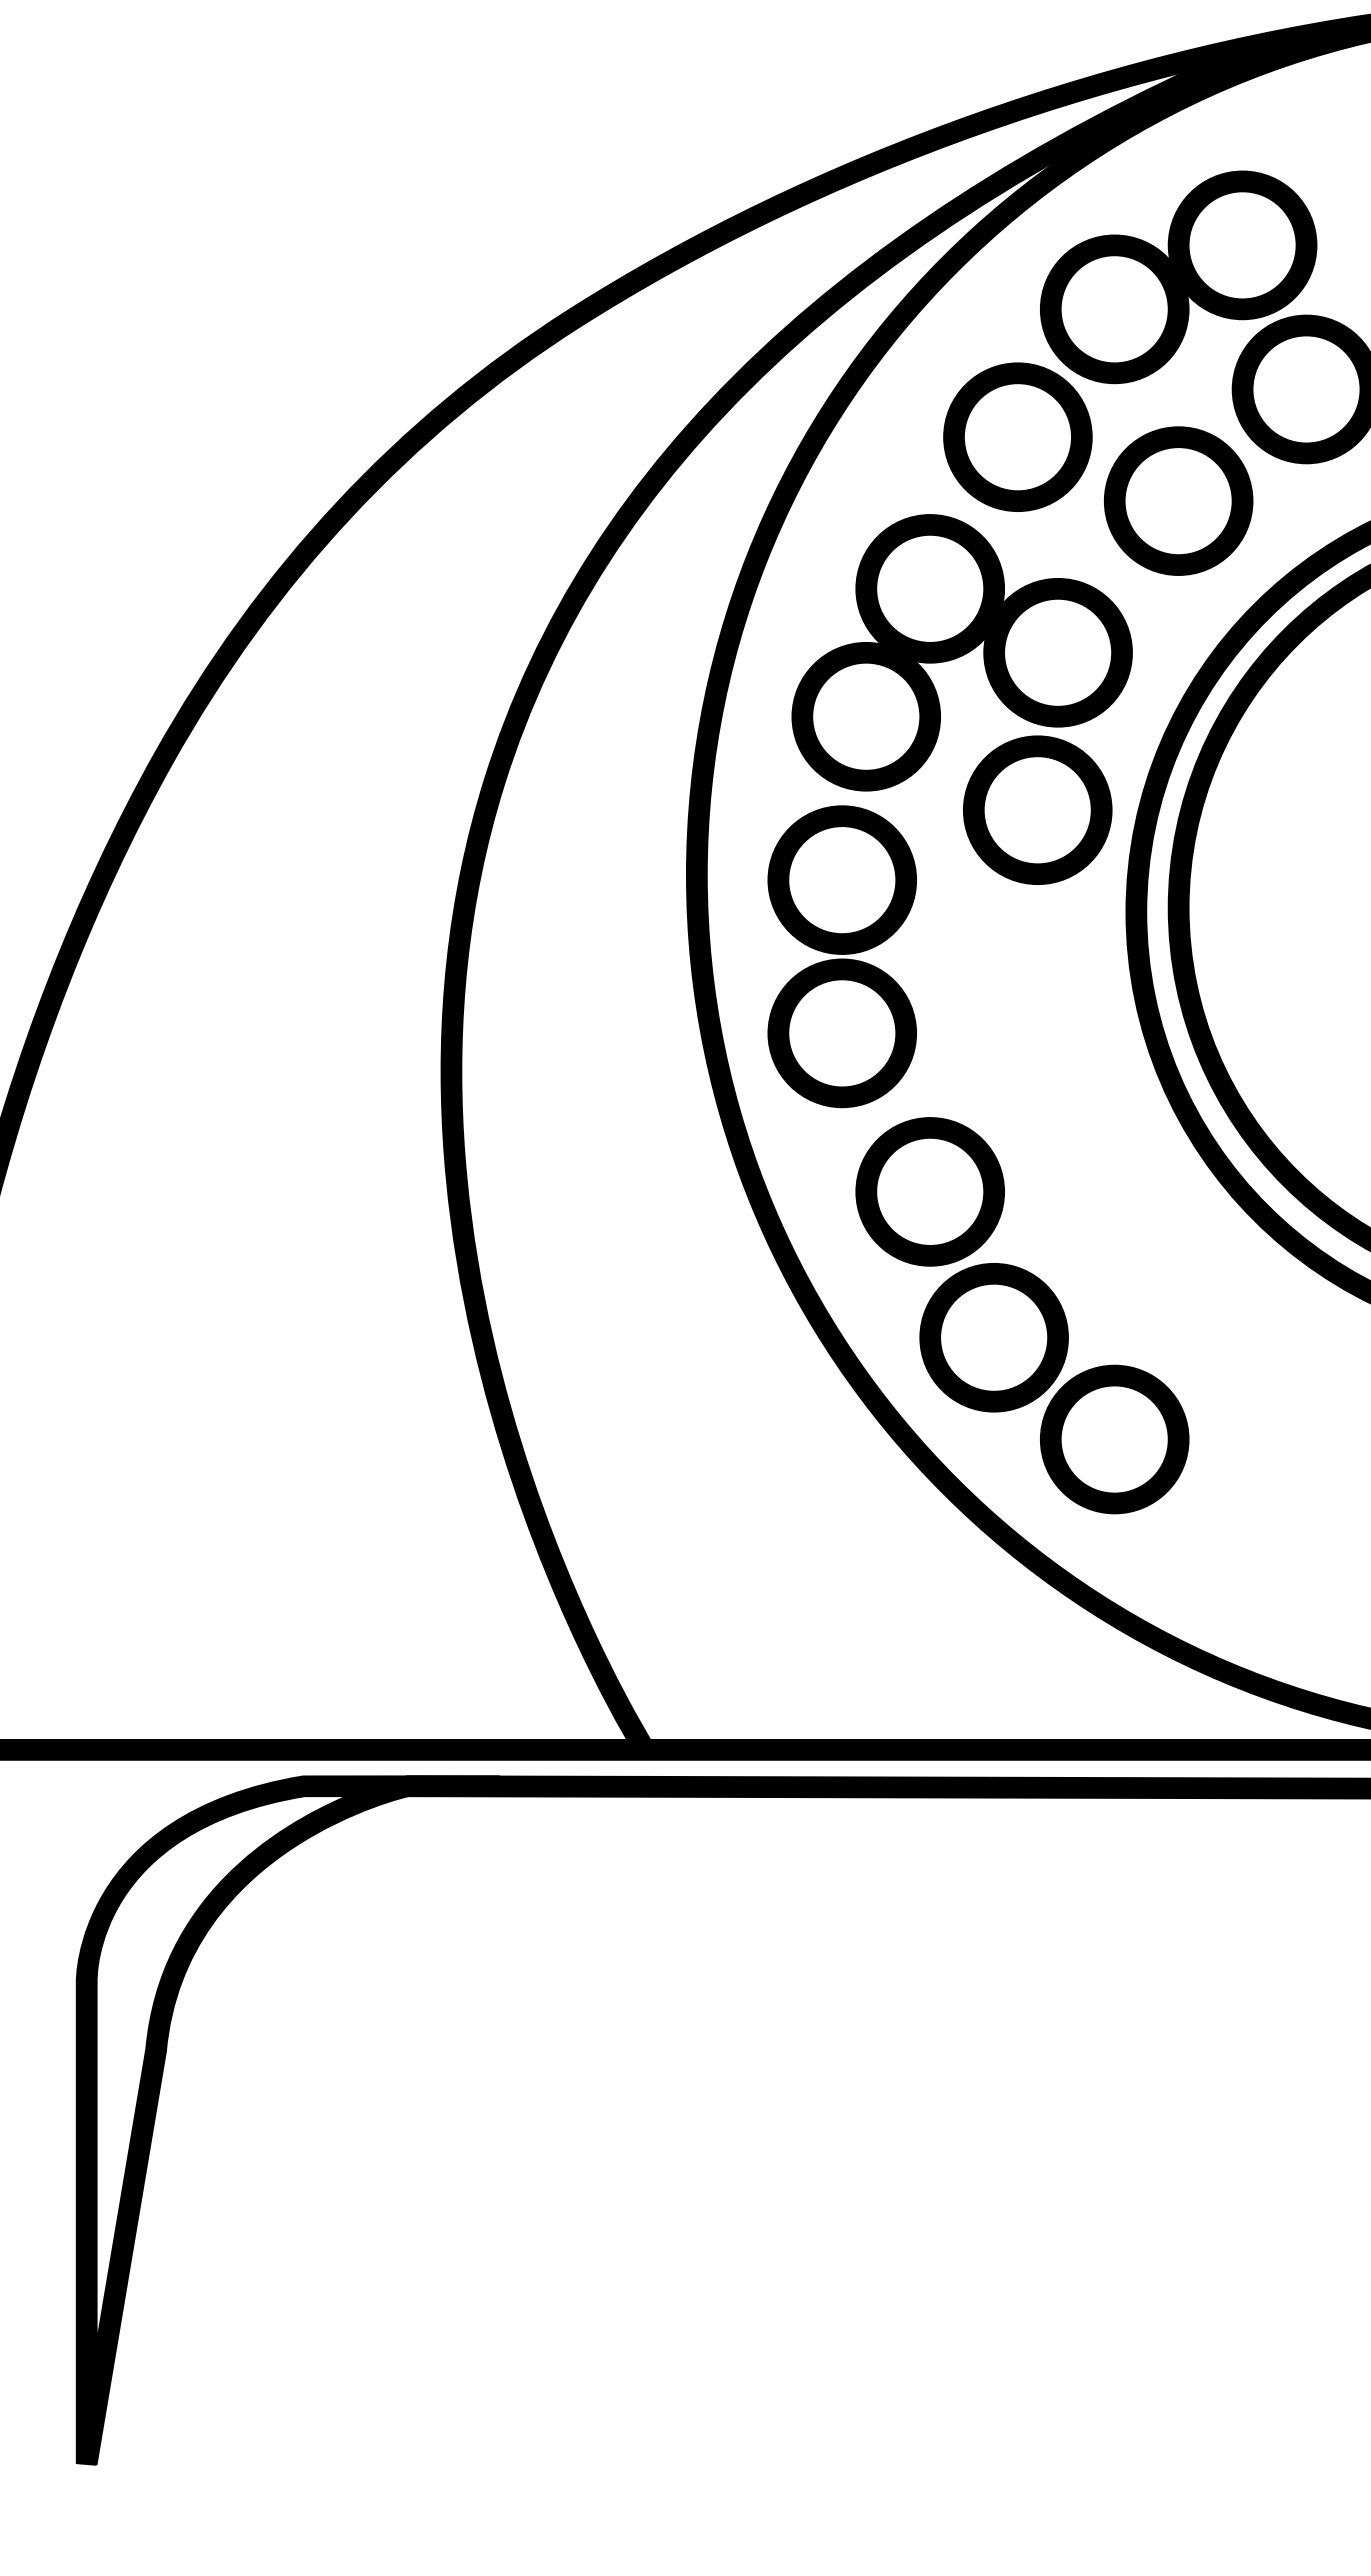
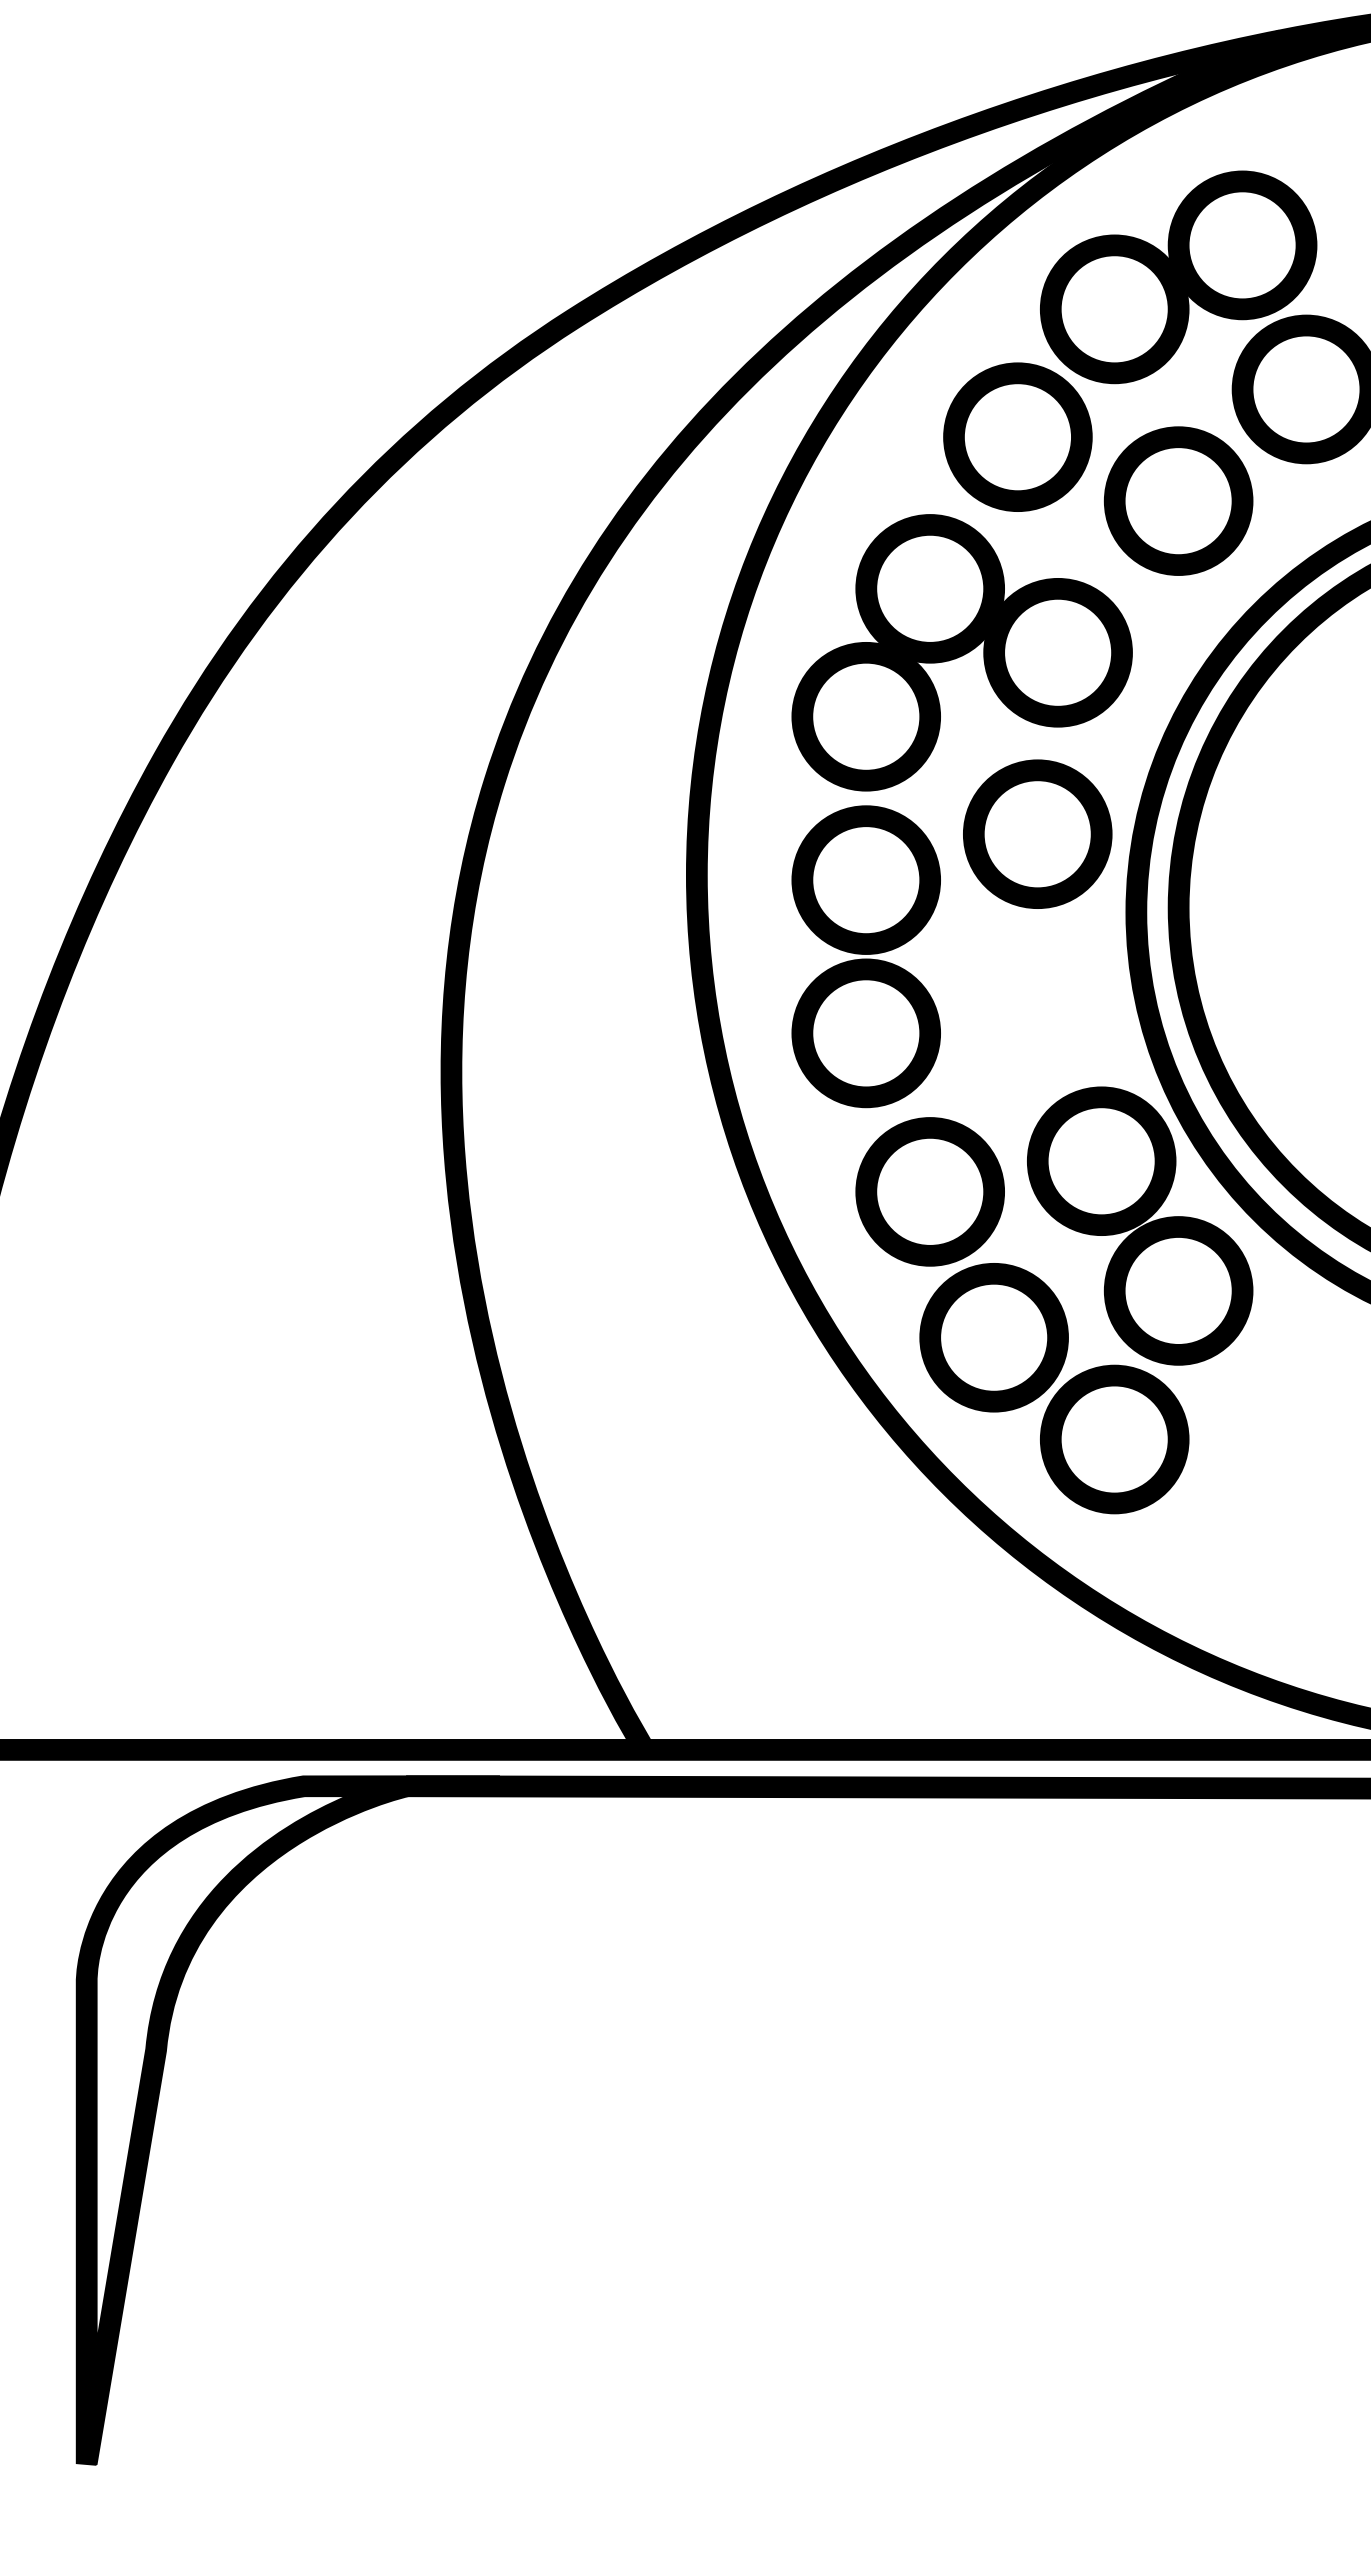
part at (1037, 809) position: (1037, 809) -> (1037, 833)
part at (841, 956) position: (841, 956) -> (865, 956)
part at (1140, 1225): none -> present
